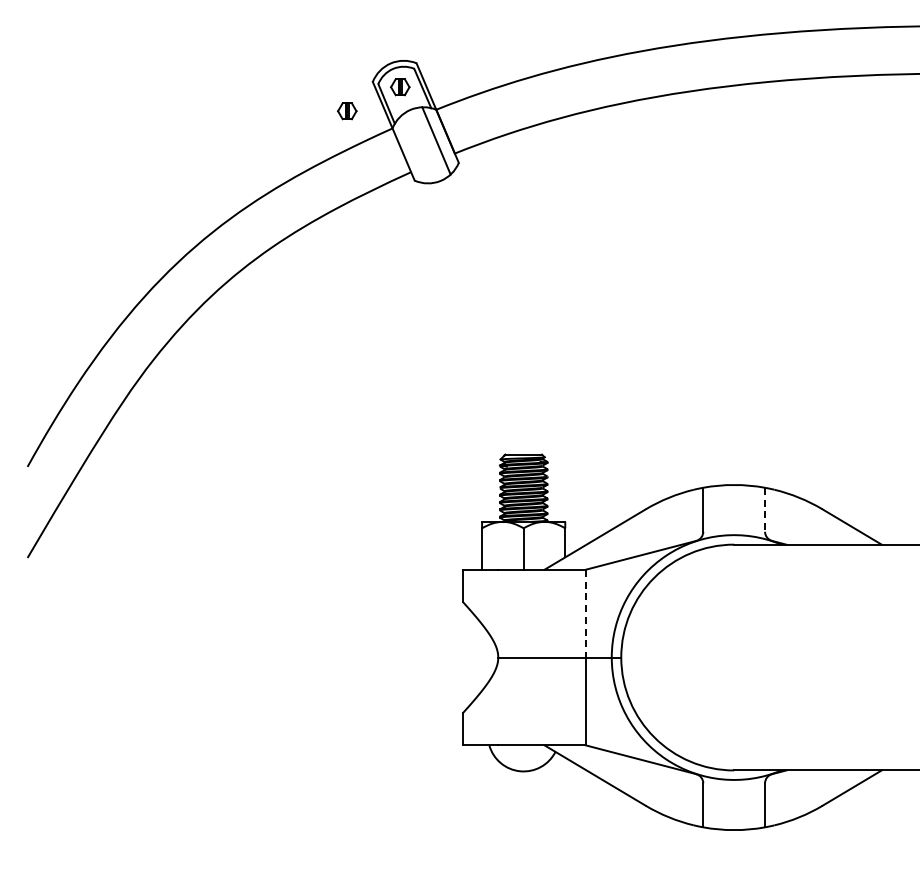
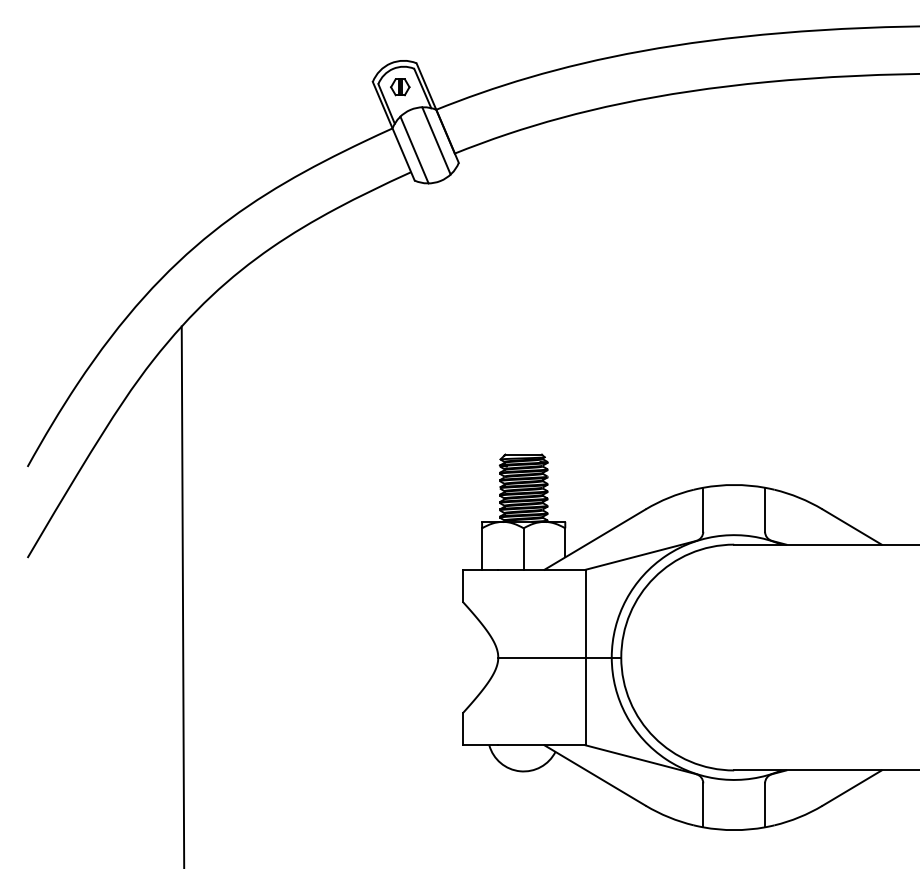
part at (347, 111): present -> none
line at (414, 149): none -> present
line at (765, 509): dashed -> solid
line at (182, 595): none -> present
line at (585, 613): dashed -> solid
